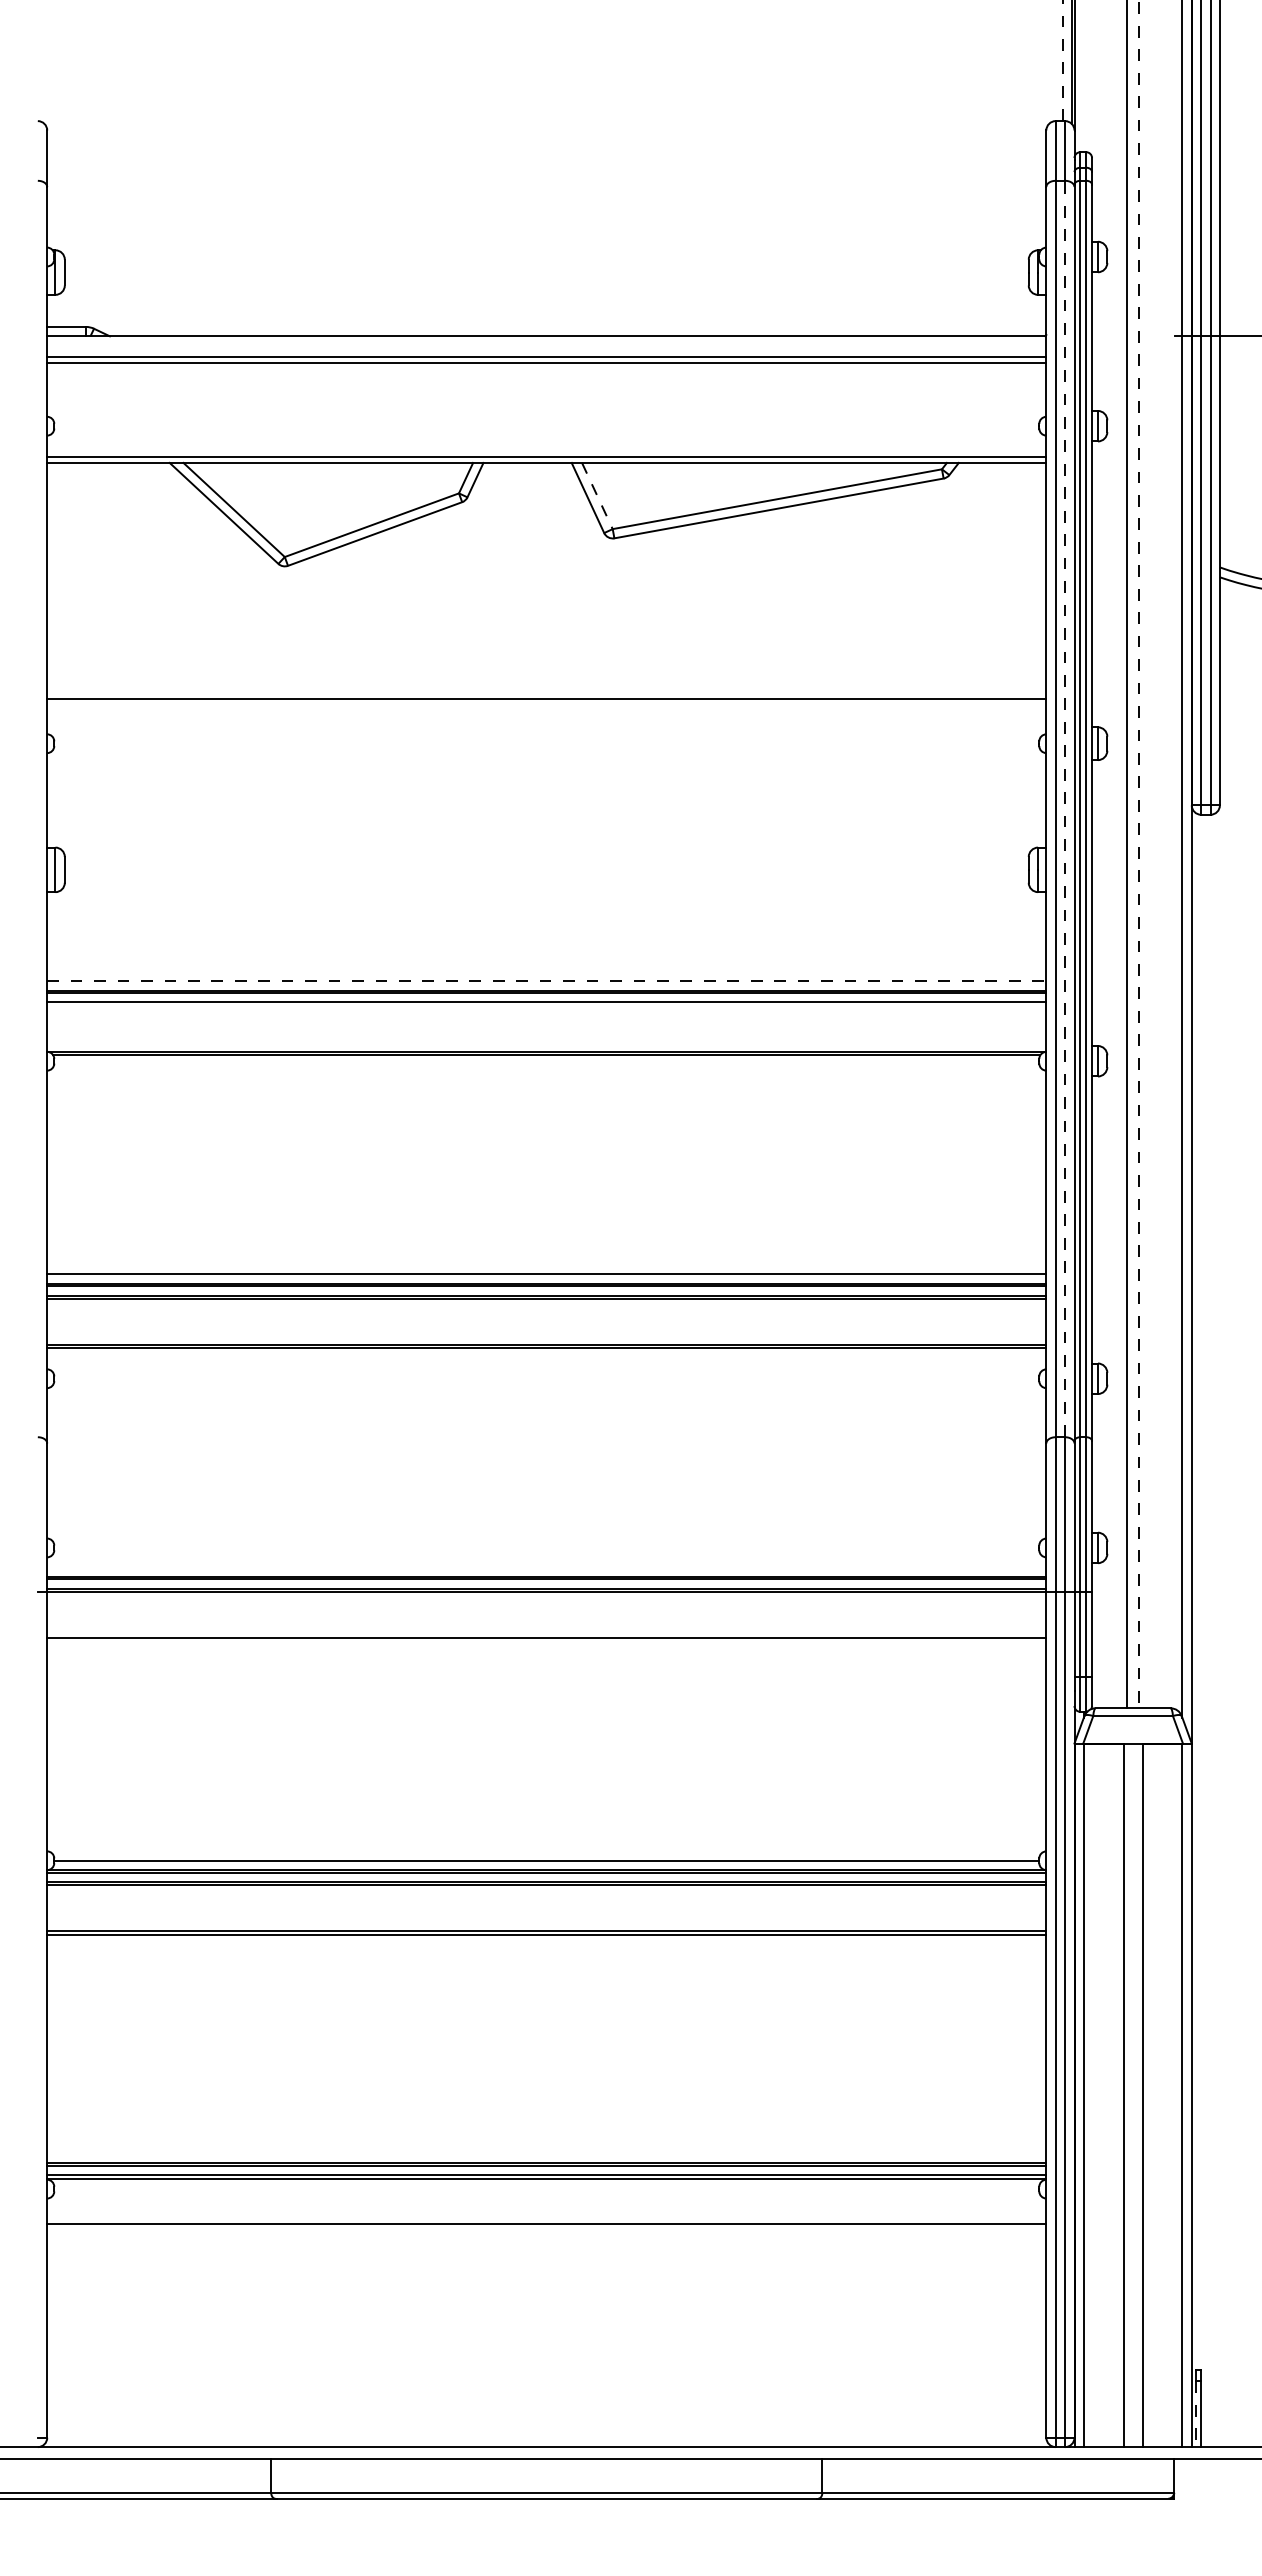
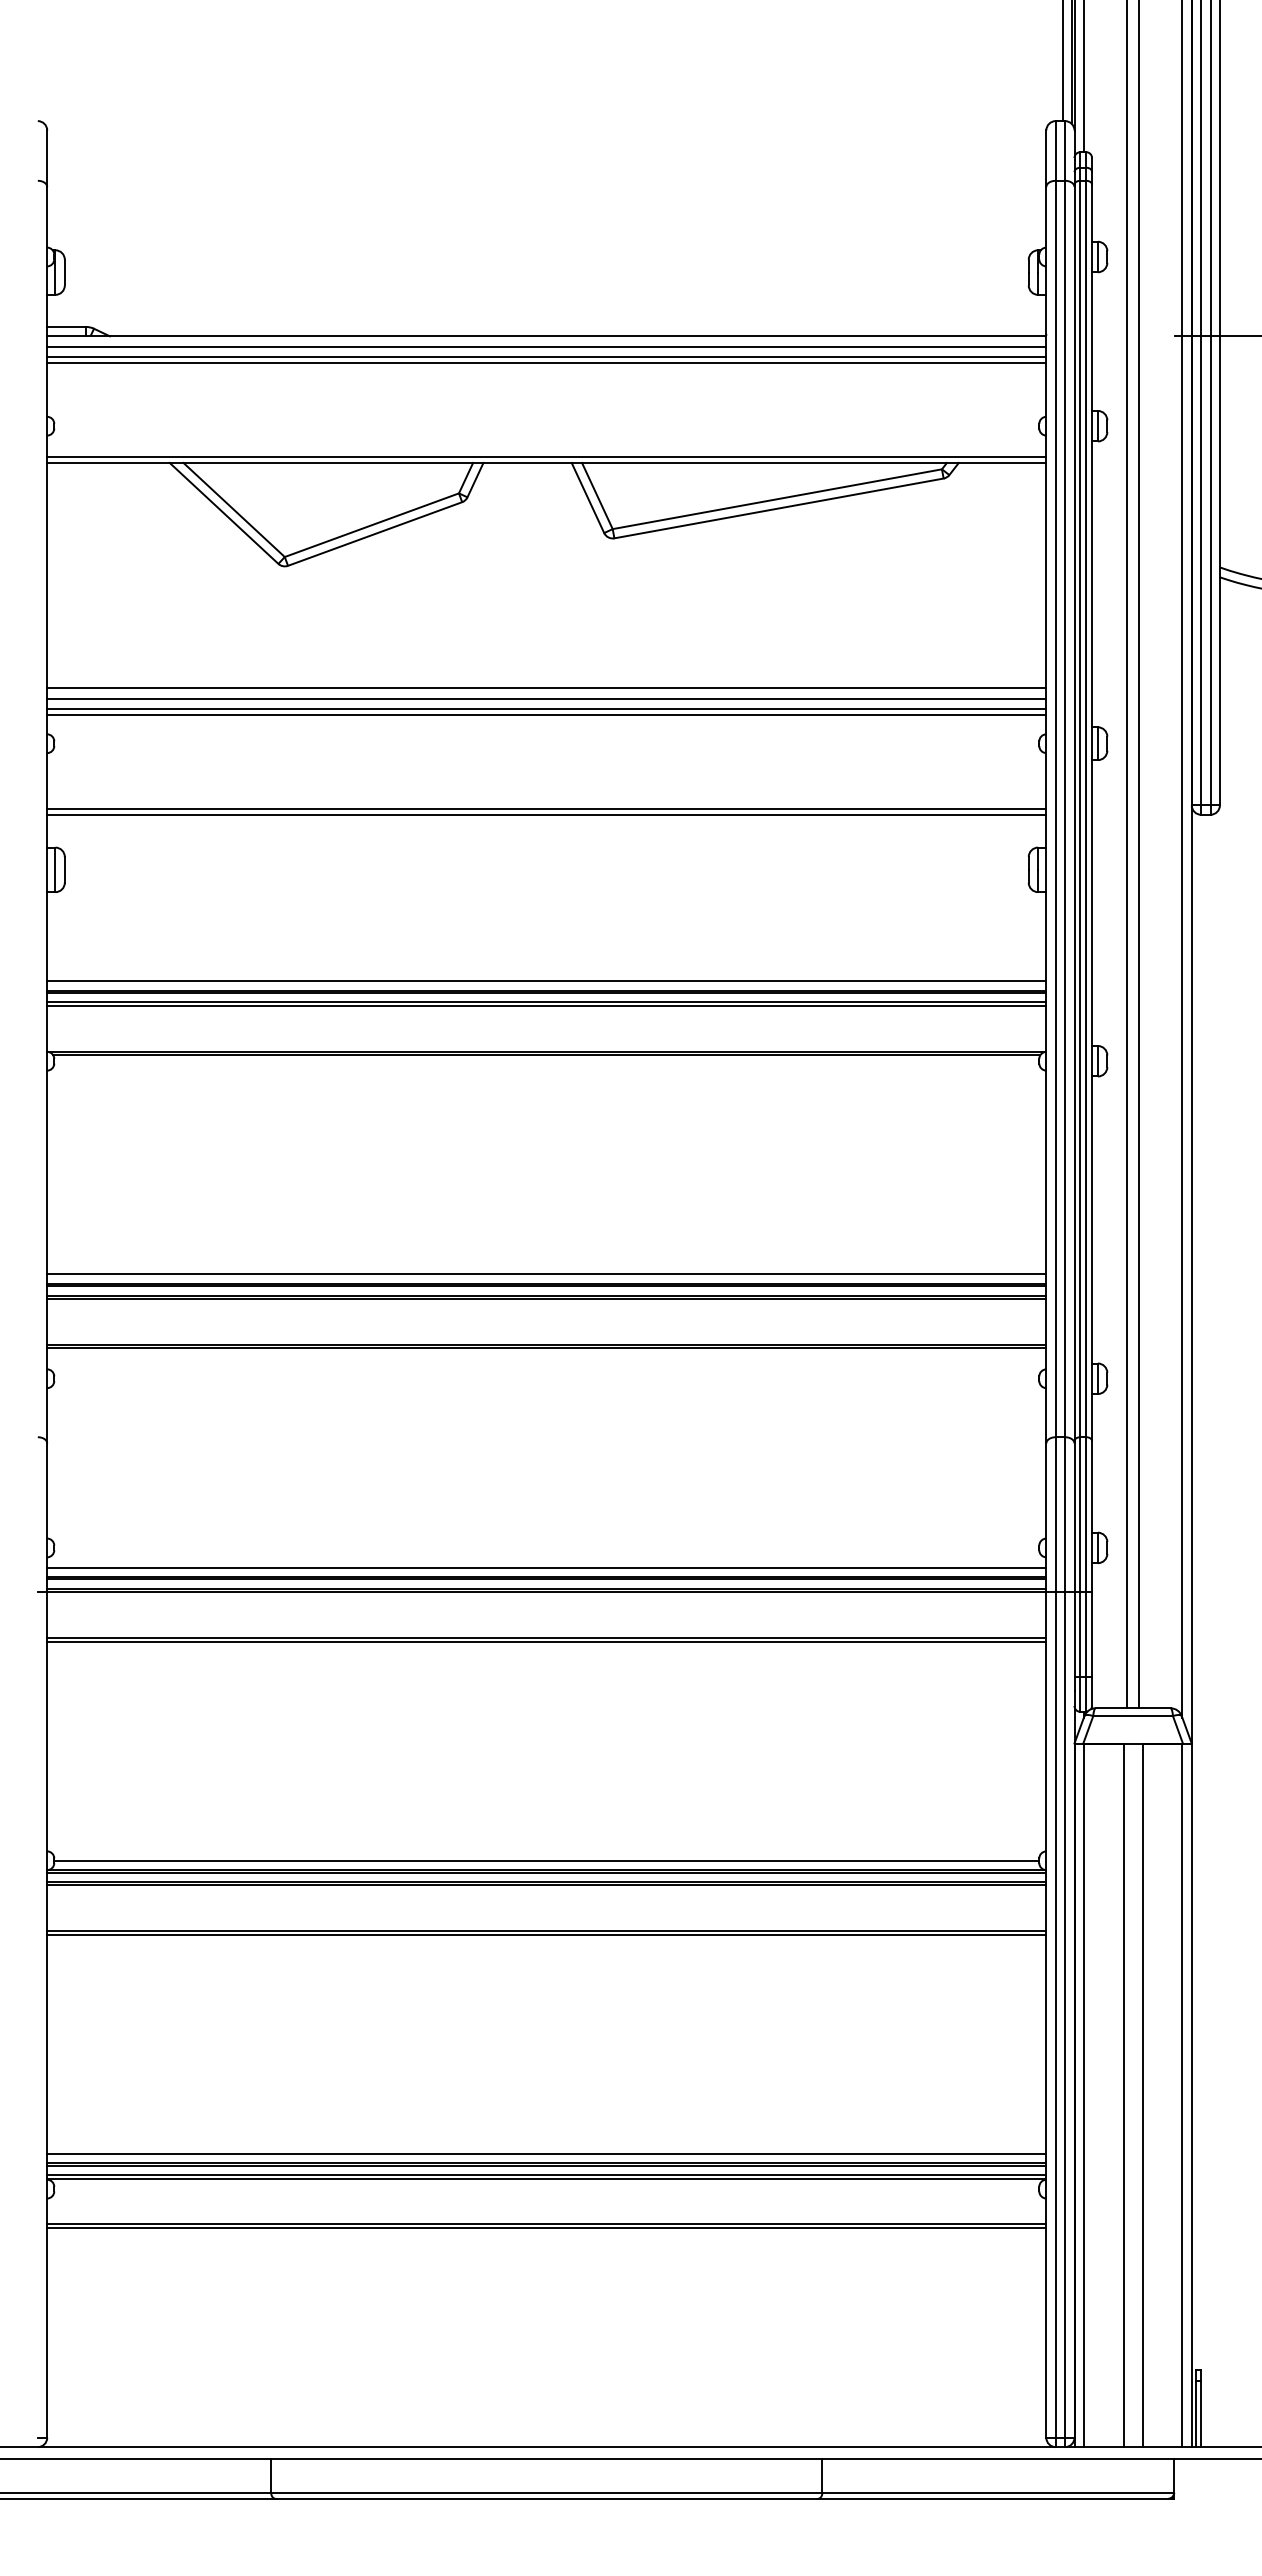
line at (1062, 60): dashed -> solid
line at (1083, 77): none -> present
line at (546, 346): none -> present
line at (597, 496): dashed -> solid
line at (546, 688): none -> present
line at (546, 709): none -> present
line at (546, 715): none -> present
line at (546, 808): none -> present
line at (1065, 808): dashed -> solid
line at (546, 814): none -> present
line at (1138, 854): dashed -> solid
line at (546, 981): dashed -> solid
line at (546, 1005): none -> present
line at (546, 1567): none -> present
line at (546, 1641): none -> present
line at (546, 2153): none -> present
line at (546, 2227): none -> present
line at (1196, 2414): dashed -> solid
